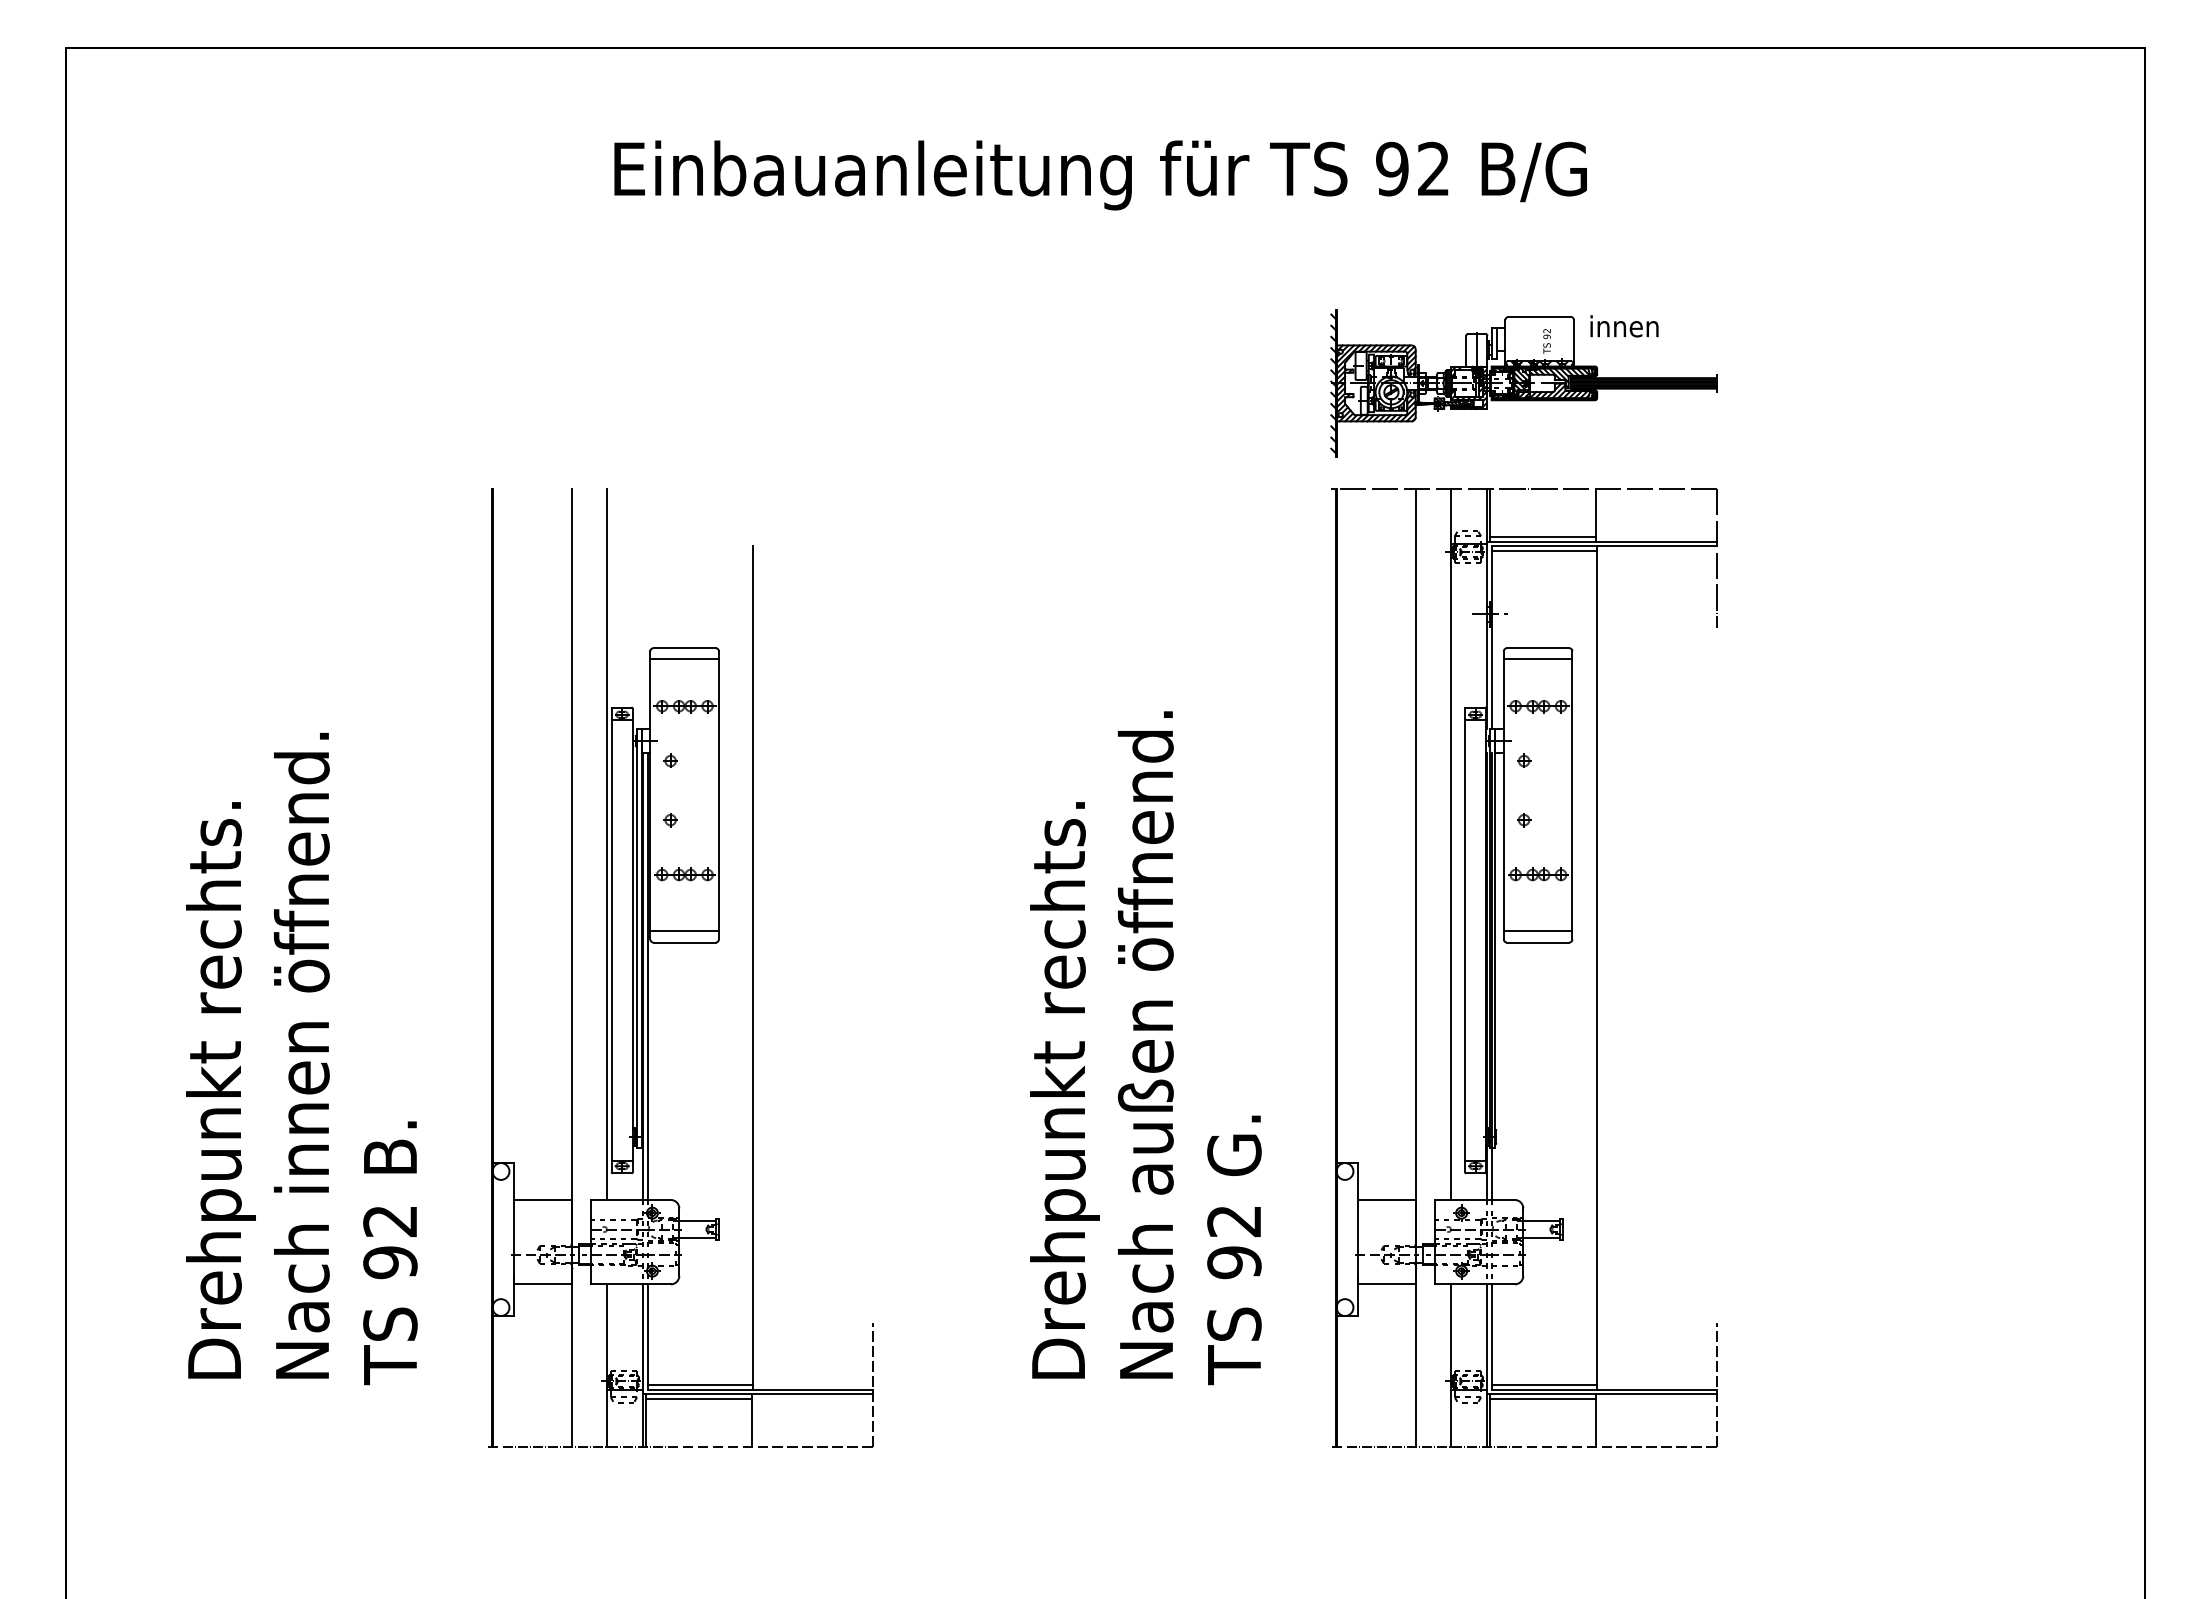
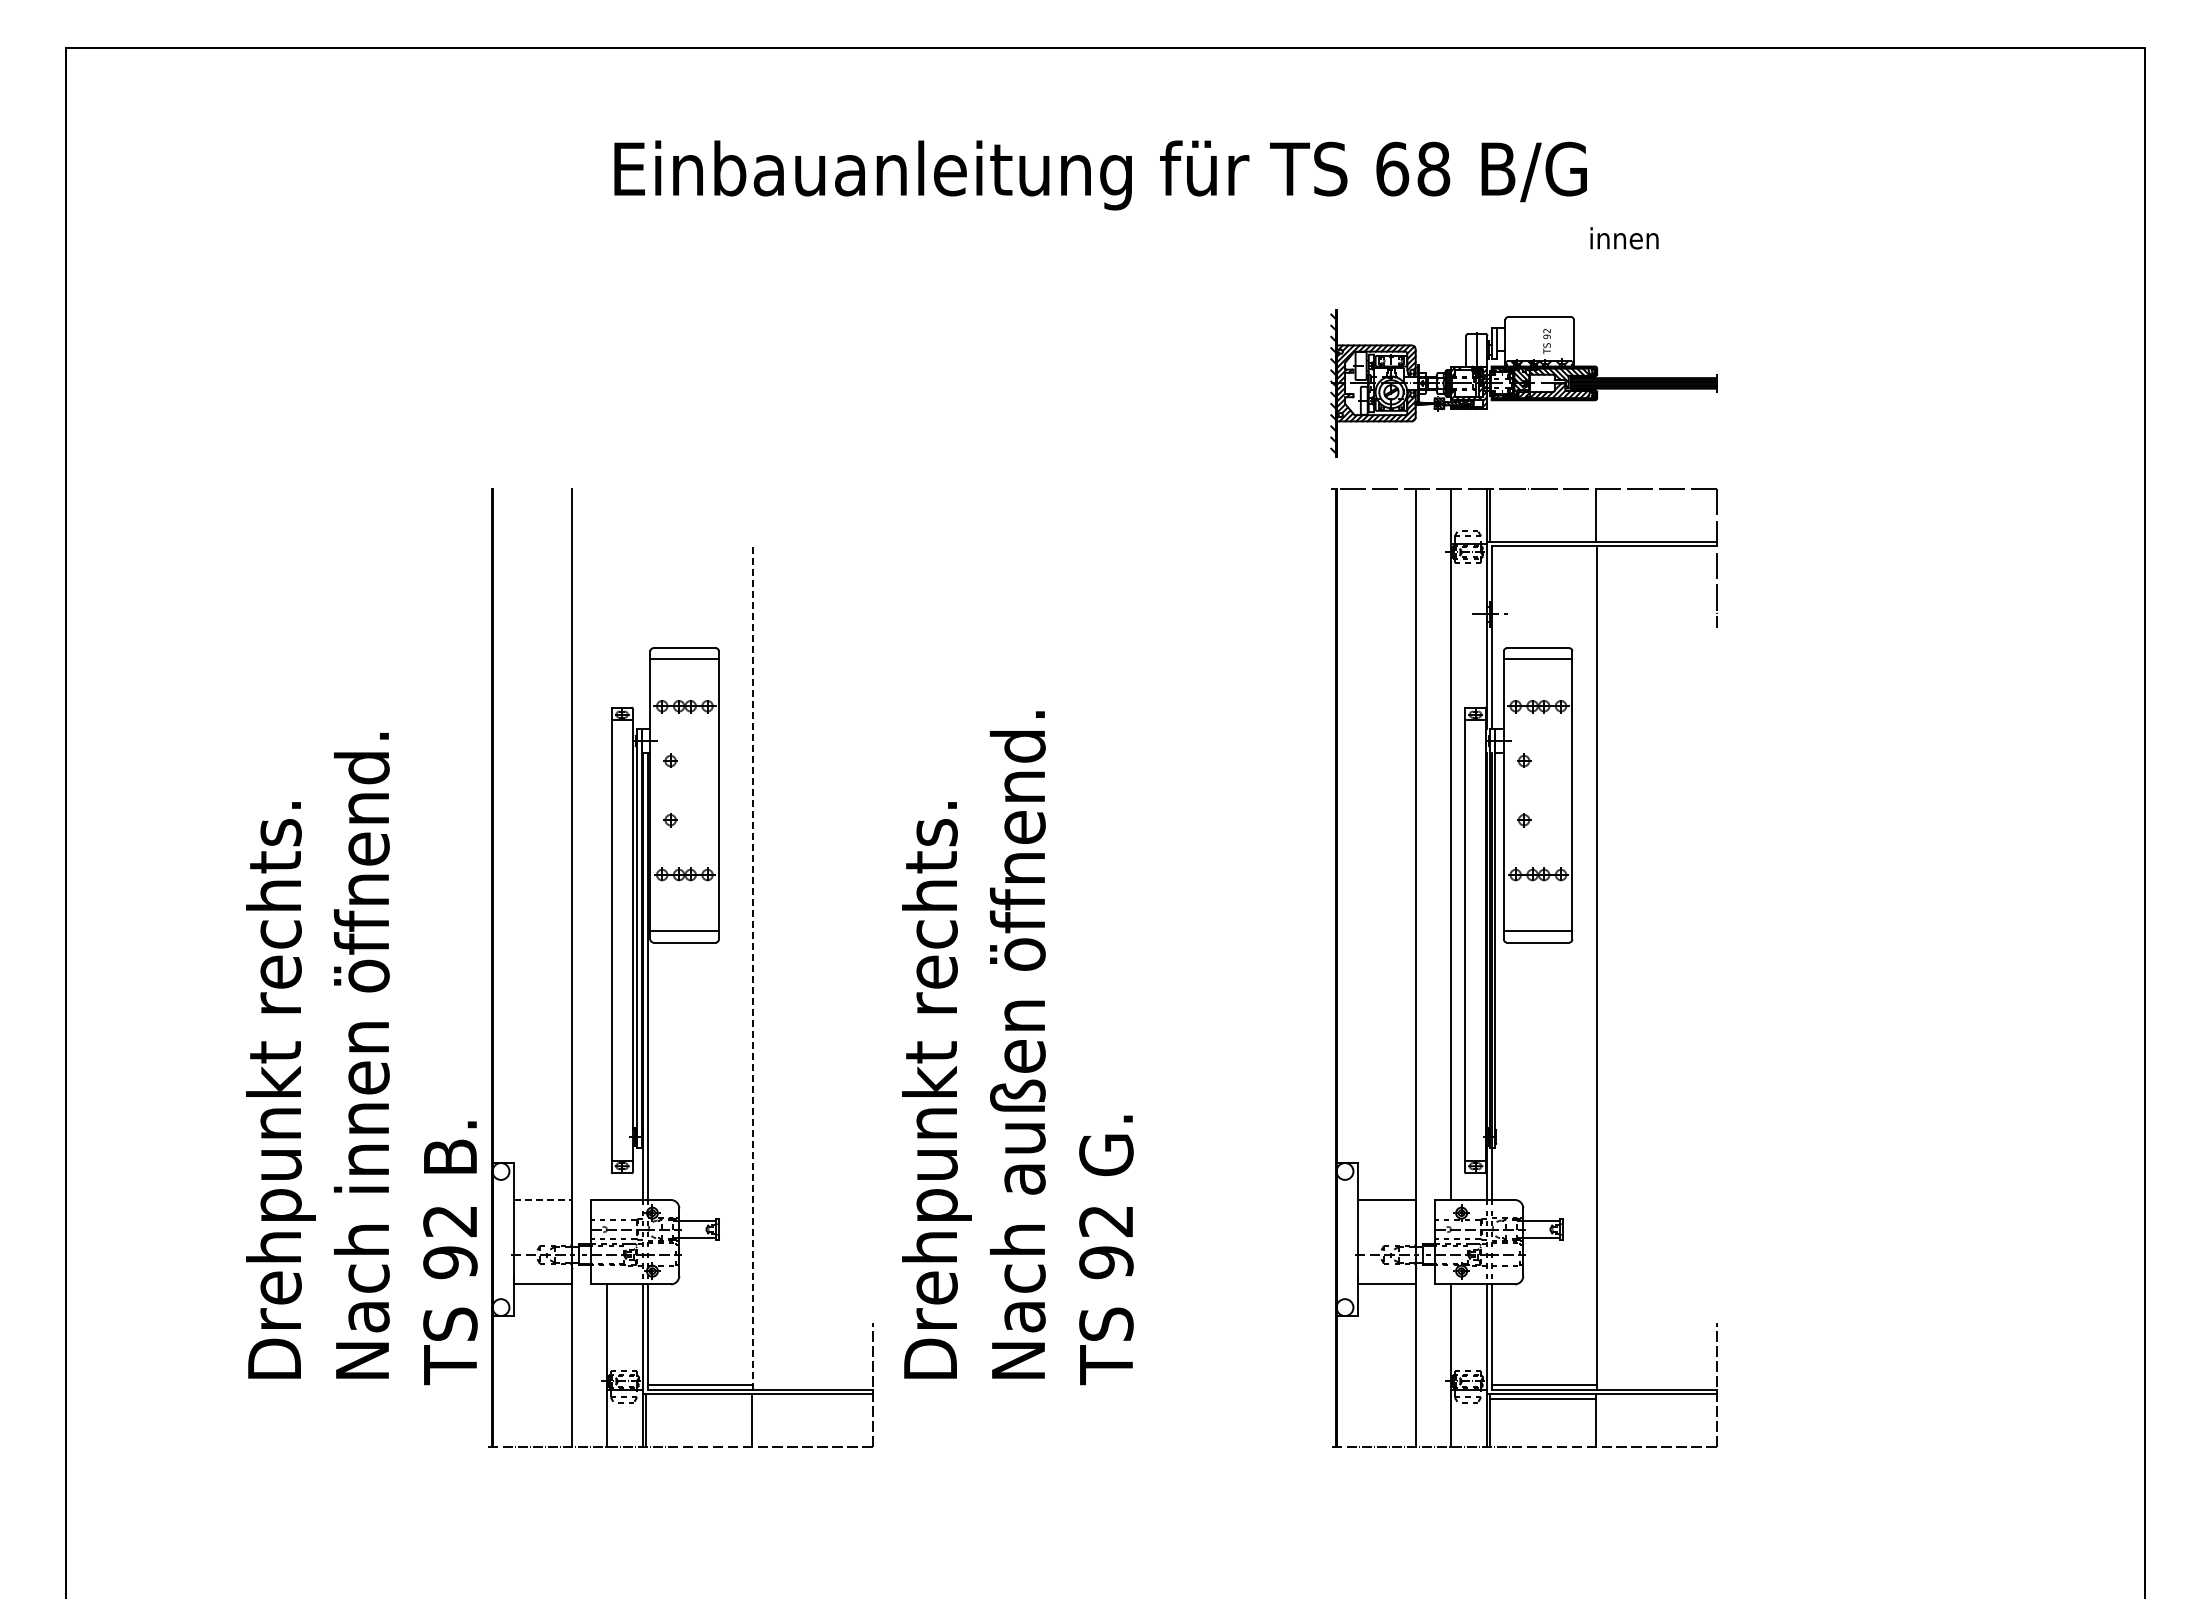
text at (1413, 168): 92 -> 68
text at (1624, 326) position: (1624, 326) -> (1624, 238)
line at (1542, 536): present -> none
line at (1544, 550): present -> none
line at (606, 843): present -> none
line at (753, 967): solid -> dashed
text at (1145, 1048) position: (1145, 1048) -> (1017, 1048)
text at (301, 1059) position: (301, 1059) -> (361, 1059)
line at (543, 1199): solid -> dashed
line at (698, 1398): present -> none
